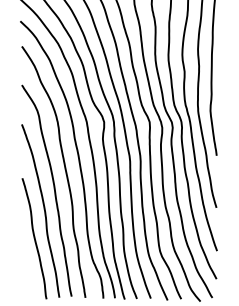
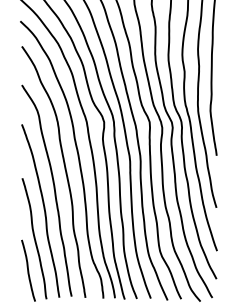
curve at (28, 270): none -> present
